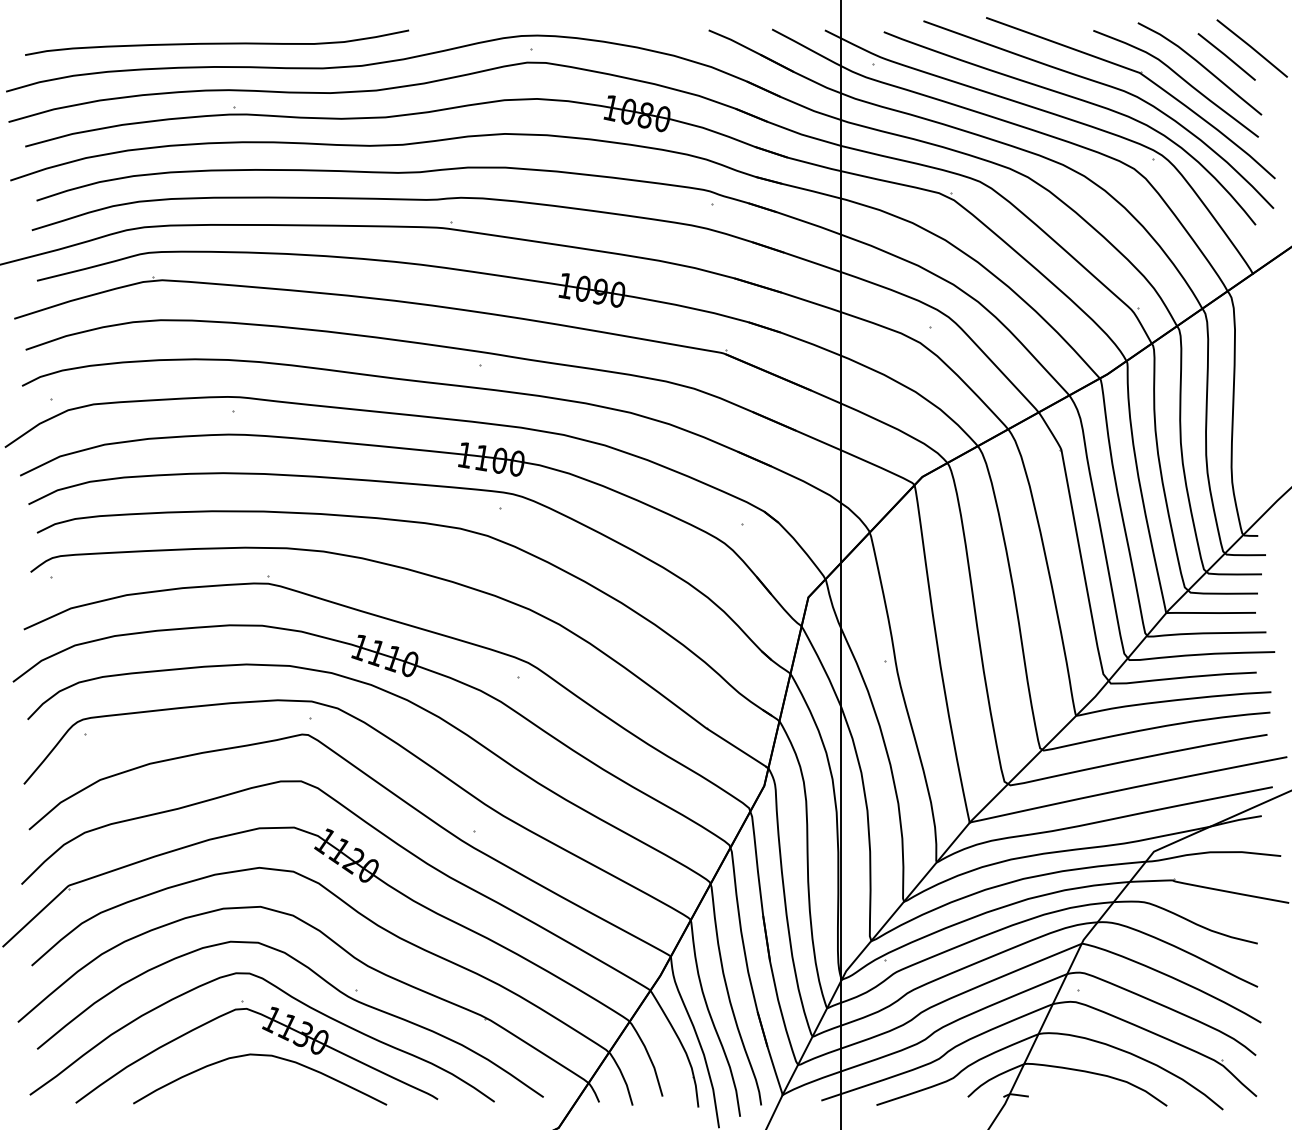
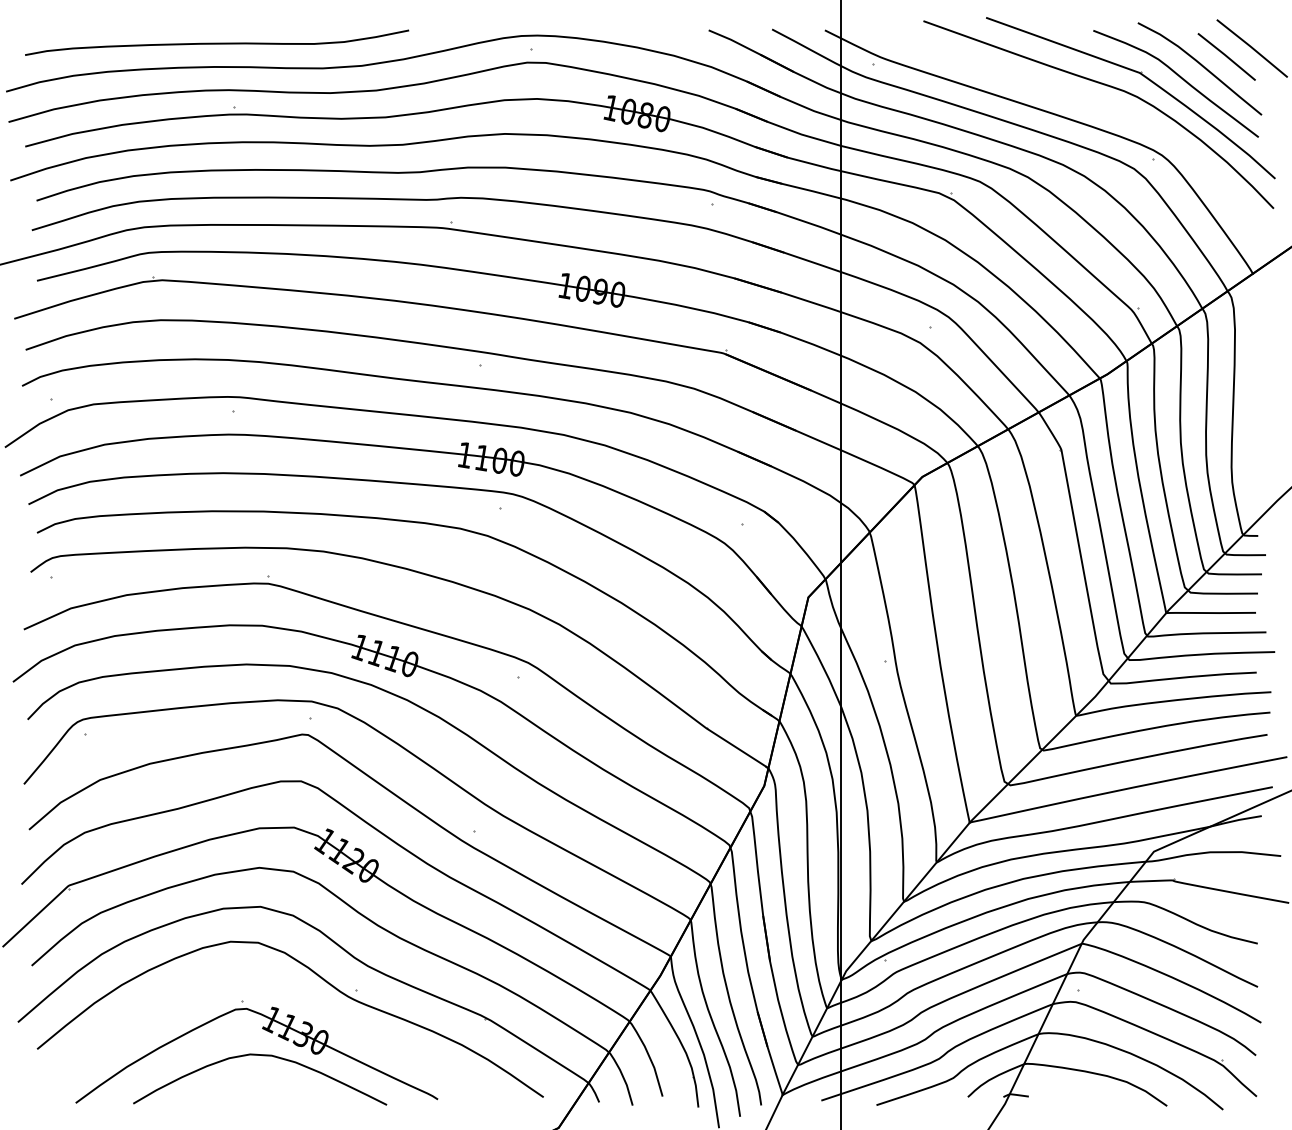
curve at (1079, 100): present -> none
curve at (287, 995): present -> none
